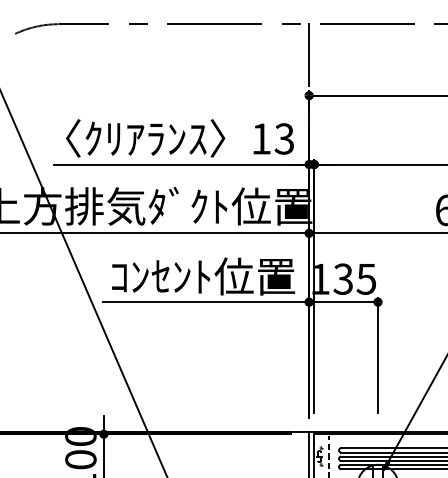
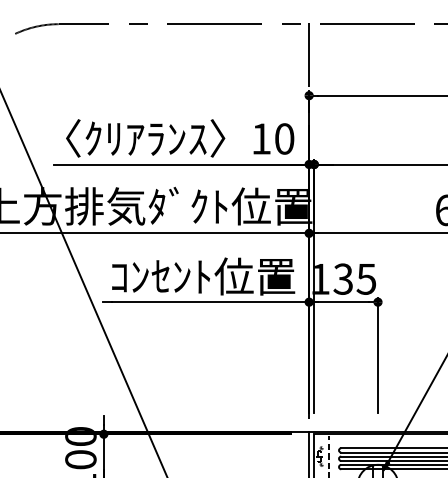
text at (284, 138): 13 -> 10
